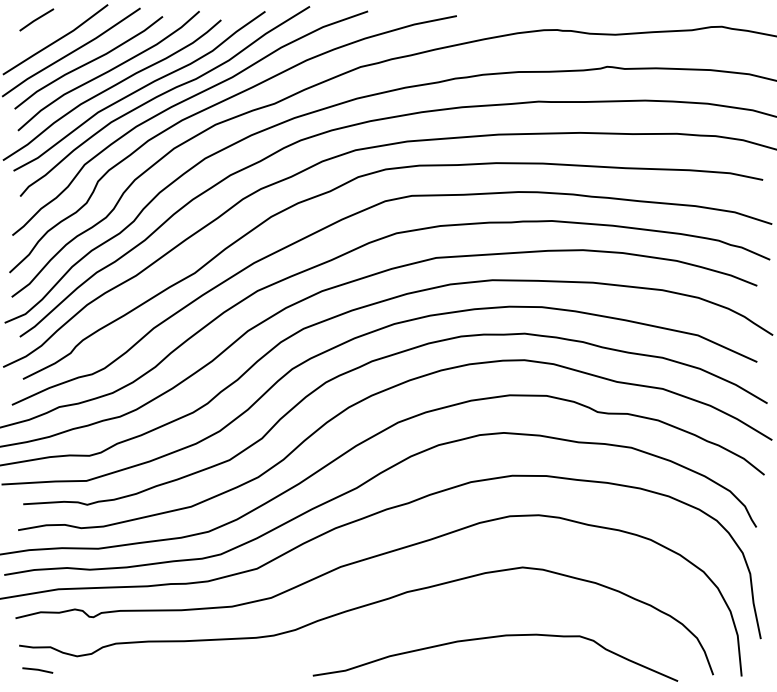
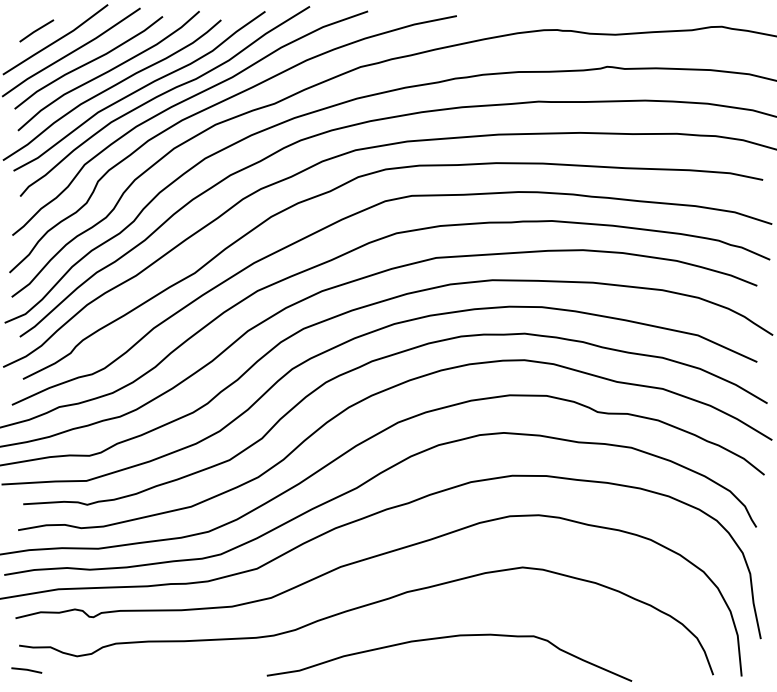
line at (36, 19) position: (36, 19) -> (36, 30)
curve at (491, 638) position: (491, 638) -> (445, 638)
line at (37, 670) position: (37, 670) -> (26, 670)
